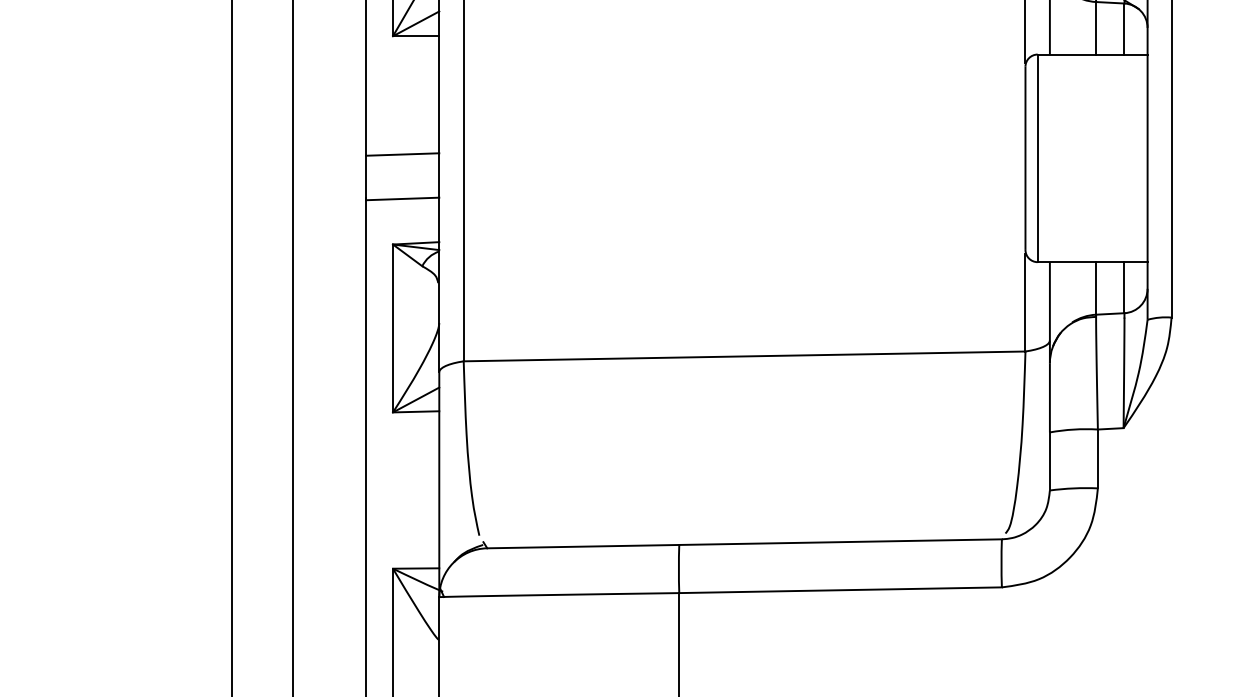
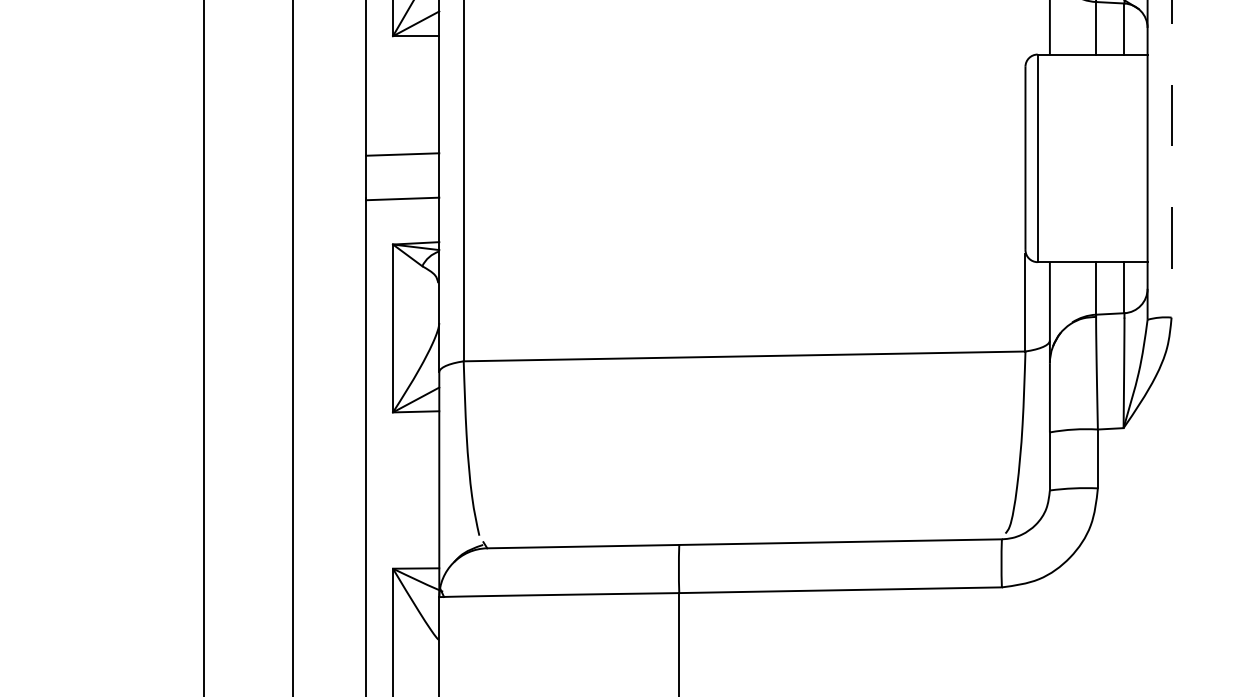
line at (1025, 32): present -> none
line at (1171, 158): solid -> dashed
line at (231, 347) position: (231, 347) -> (203, 347)
